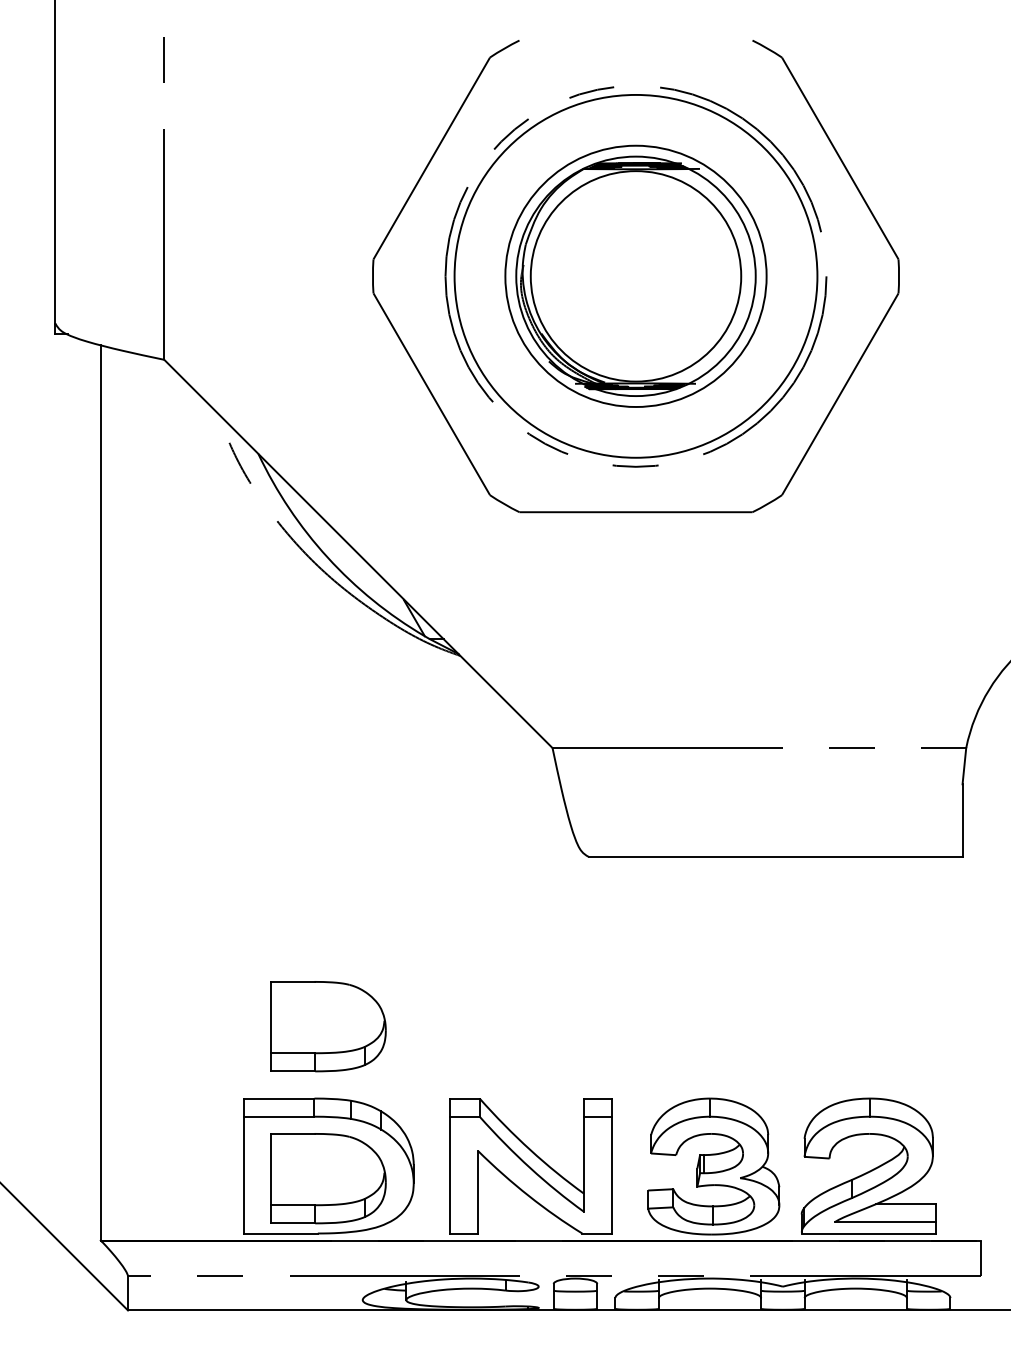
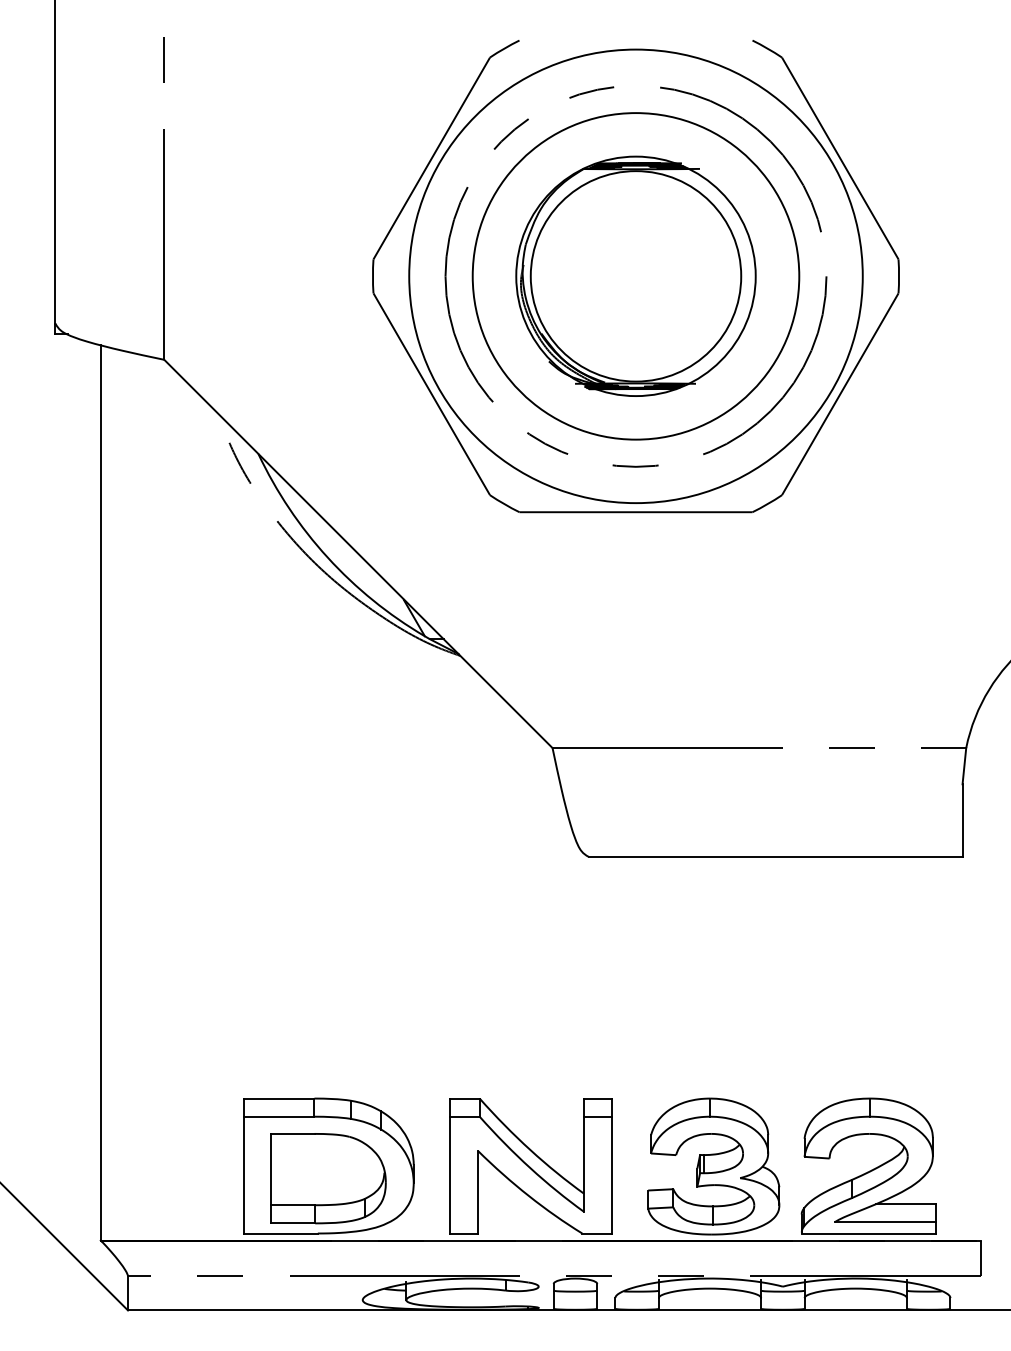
circle at (635, 275) diameter: 261 px -> 327 px
circle at (635, 275) diameter: 363 px -> 454 px
part at (328, 1026): present -> none
